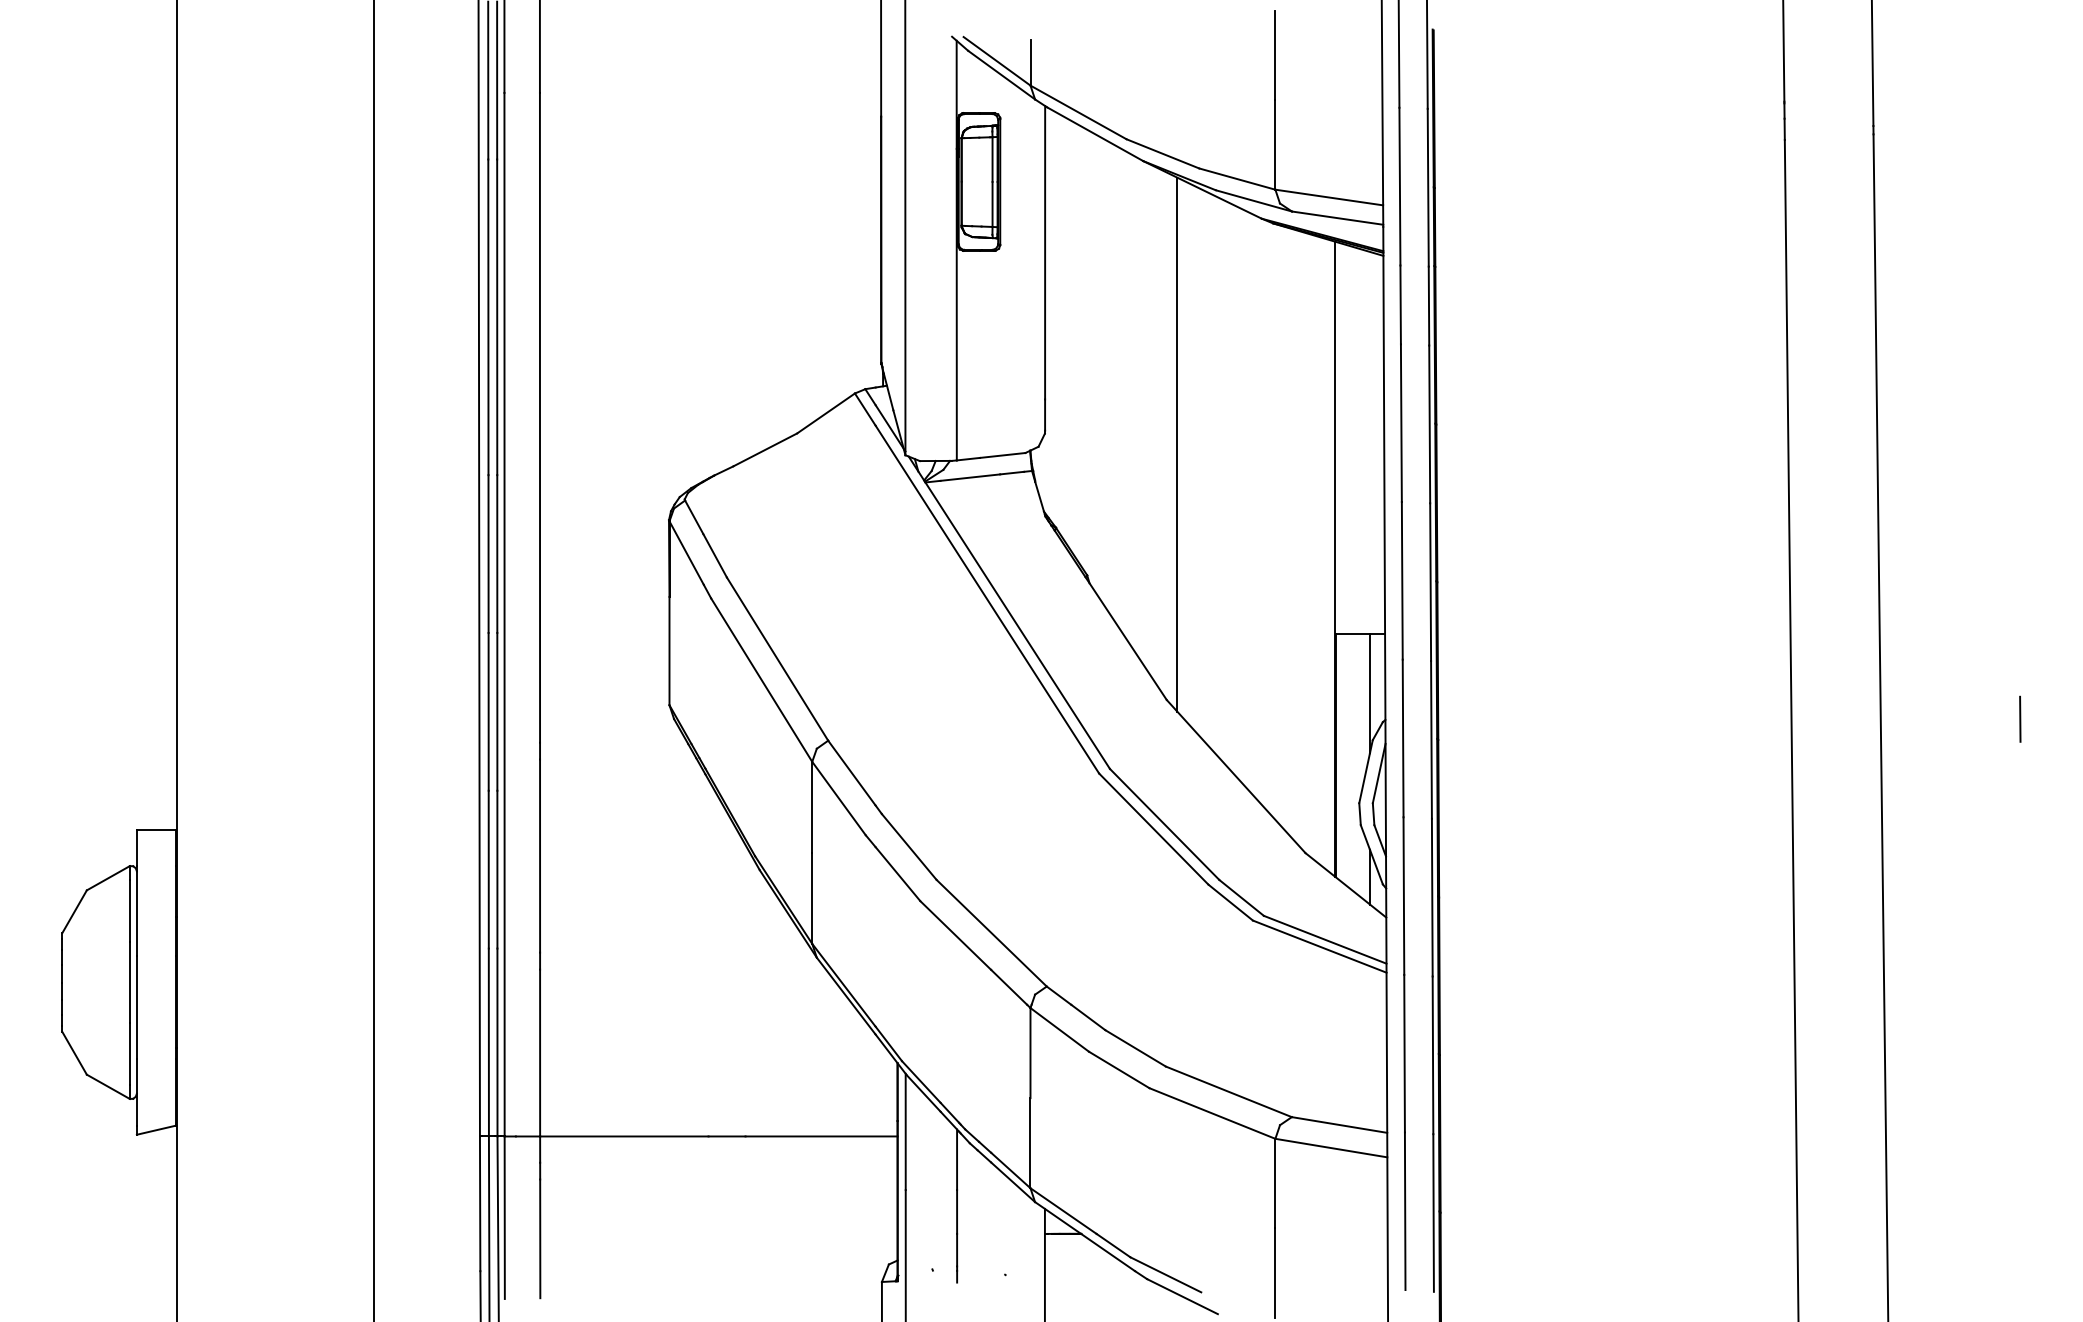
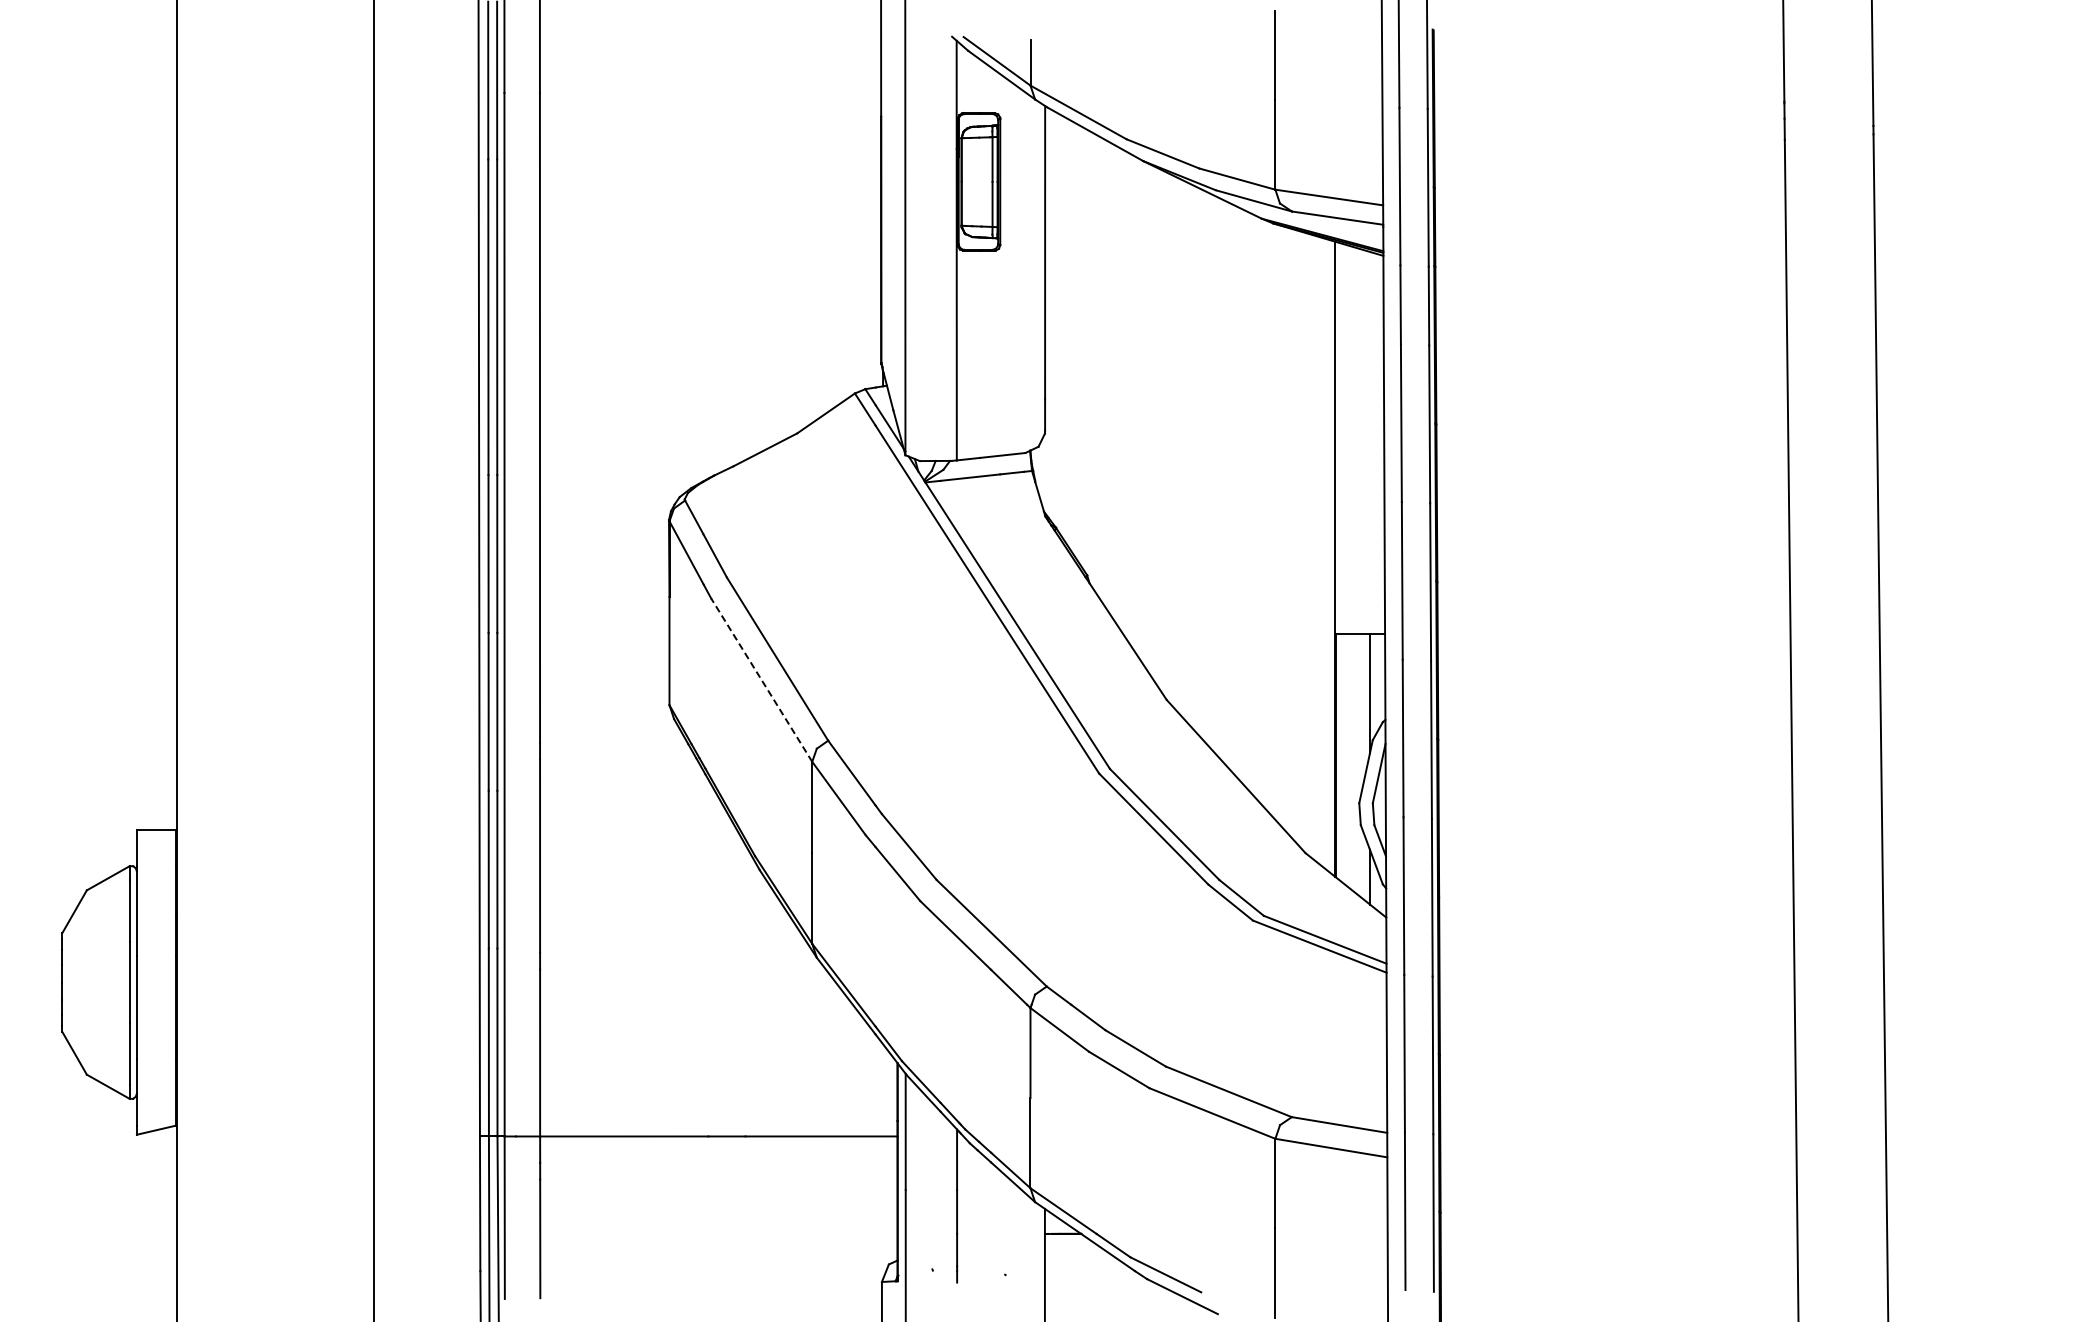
line at (1177, 444): present -> none
line at (761, 679): solid -> dashed
line at (2020, 718): present -> none
